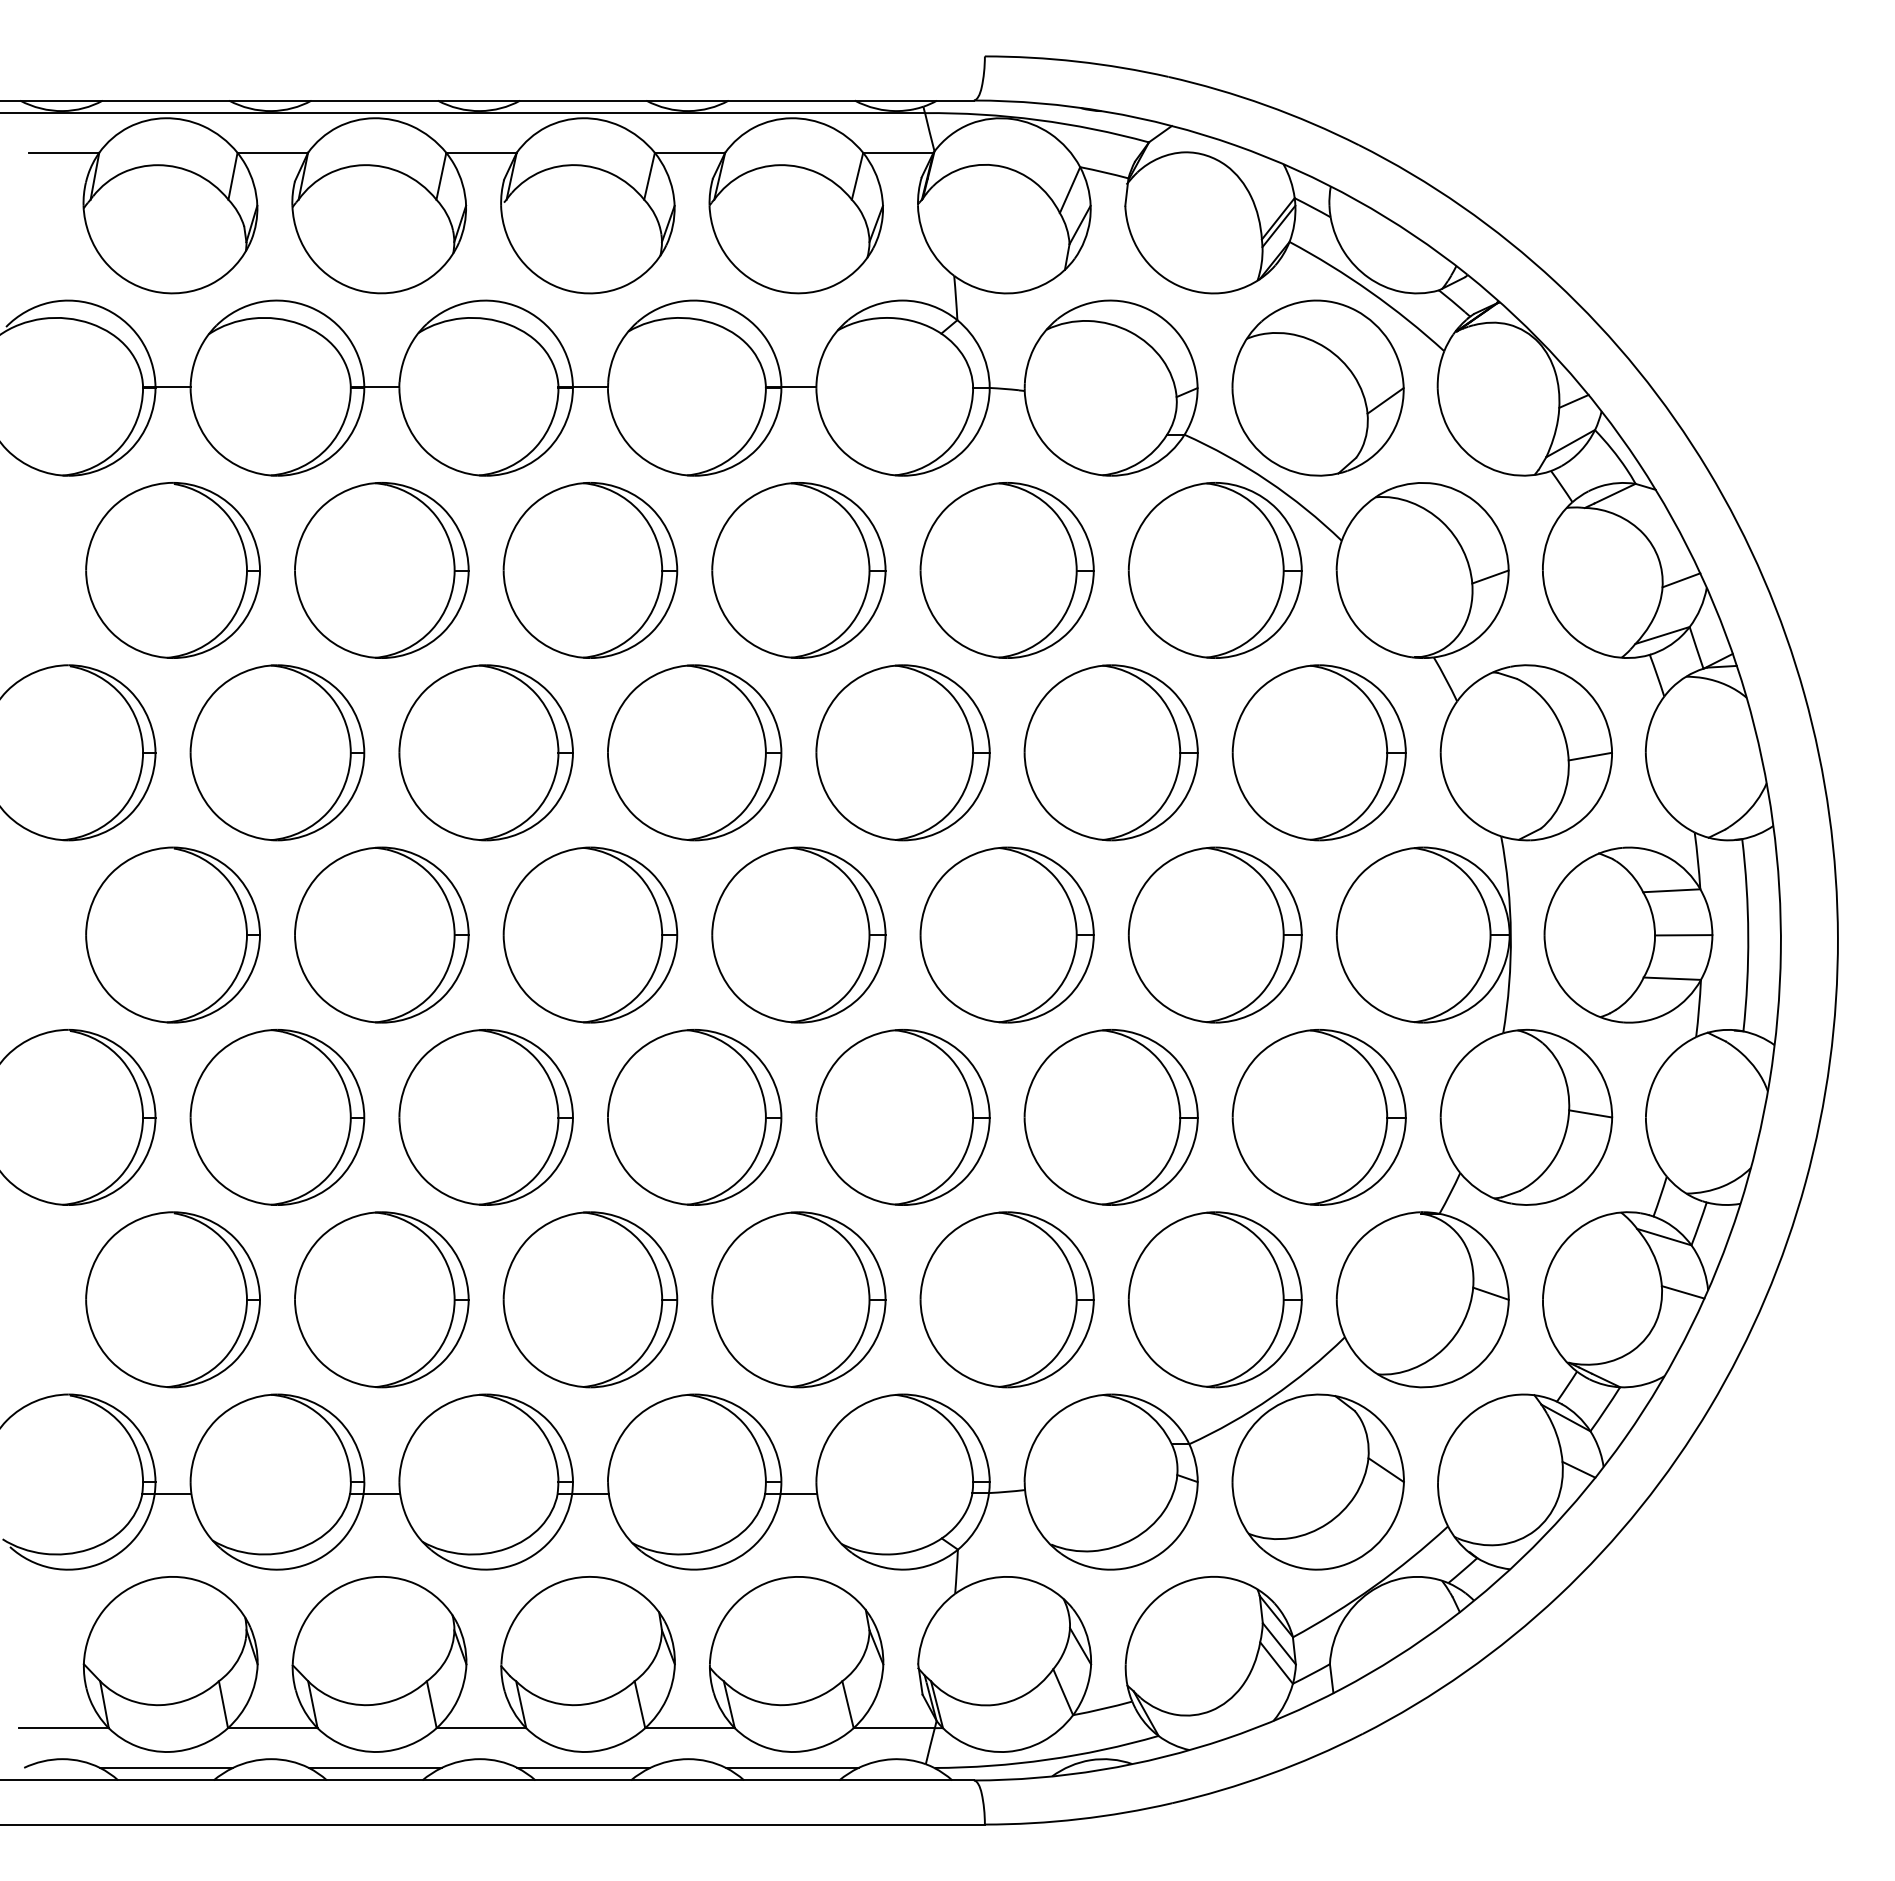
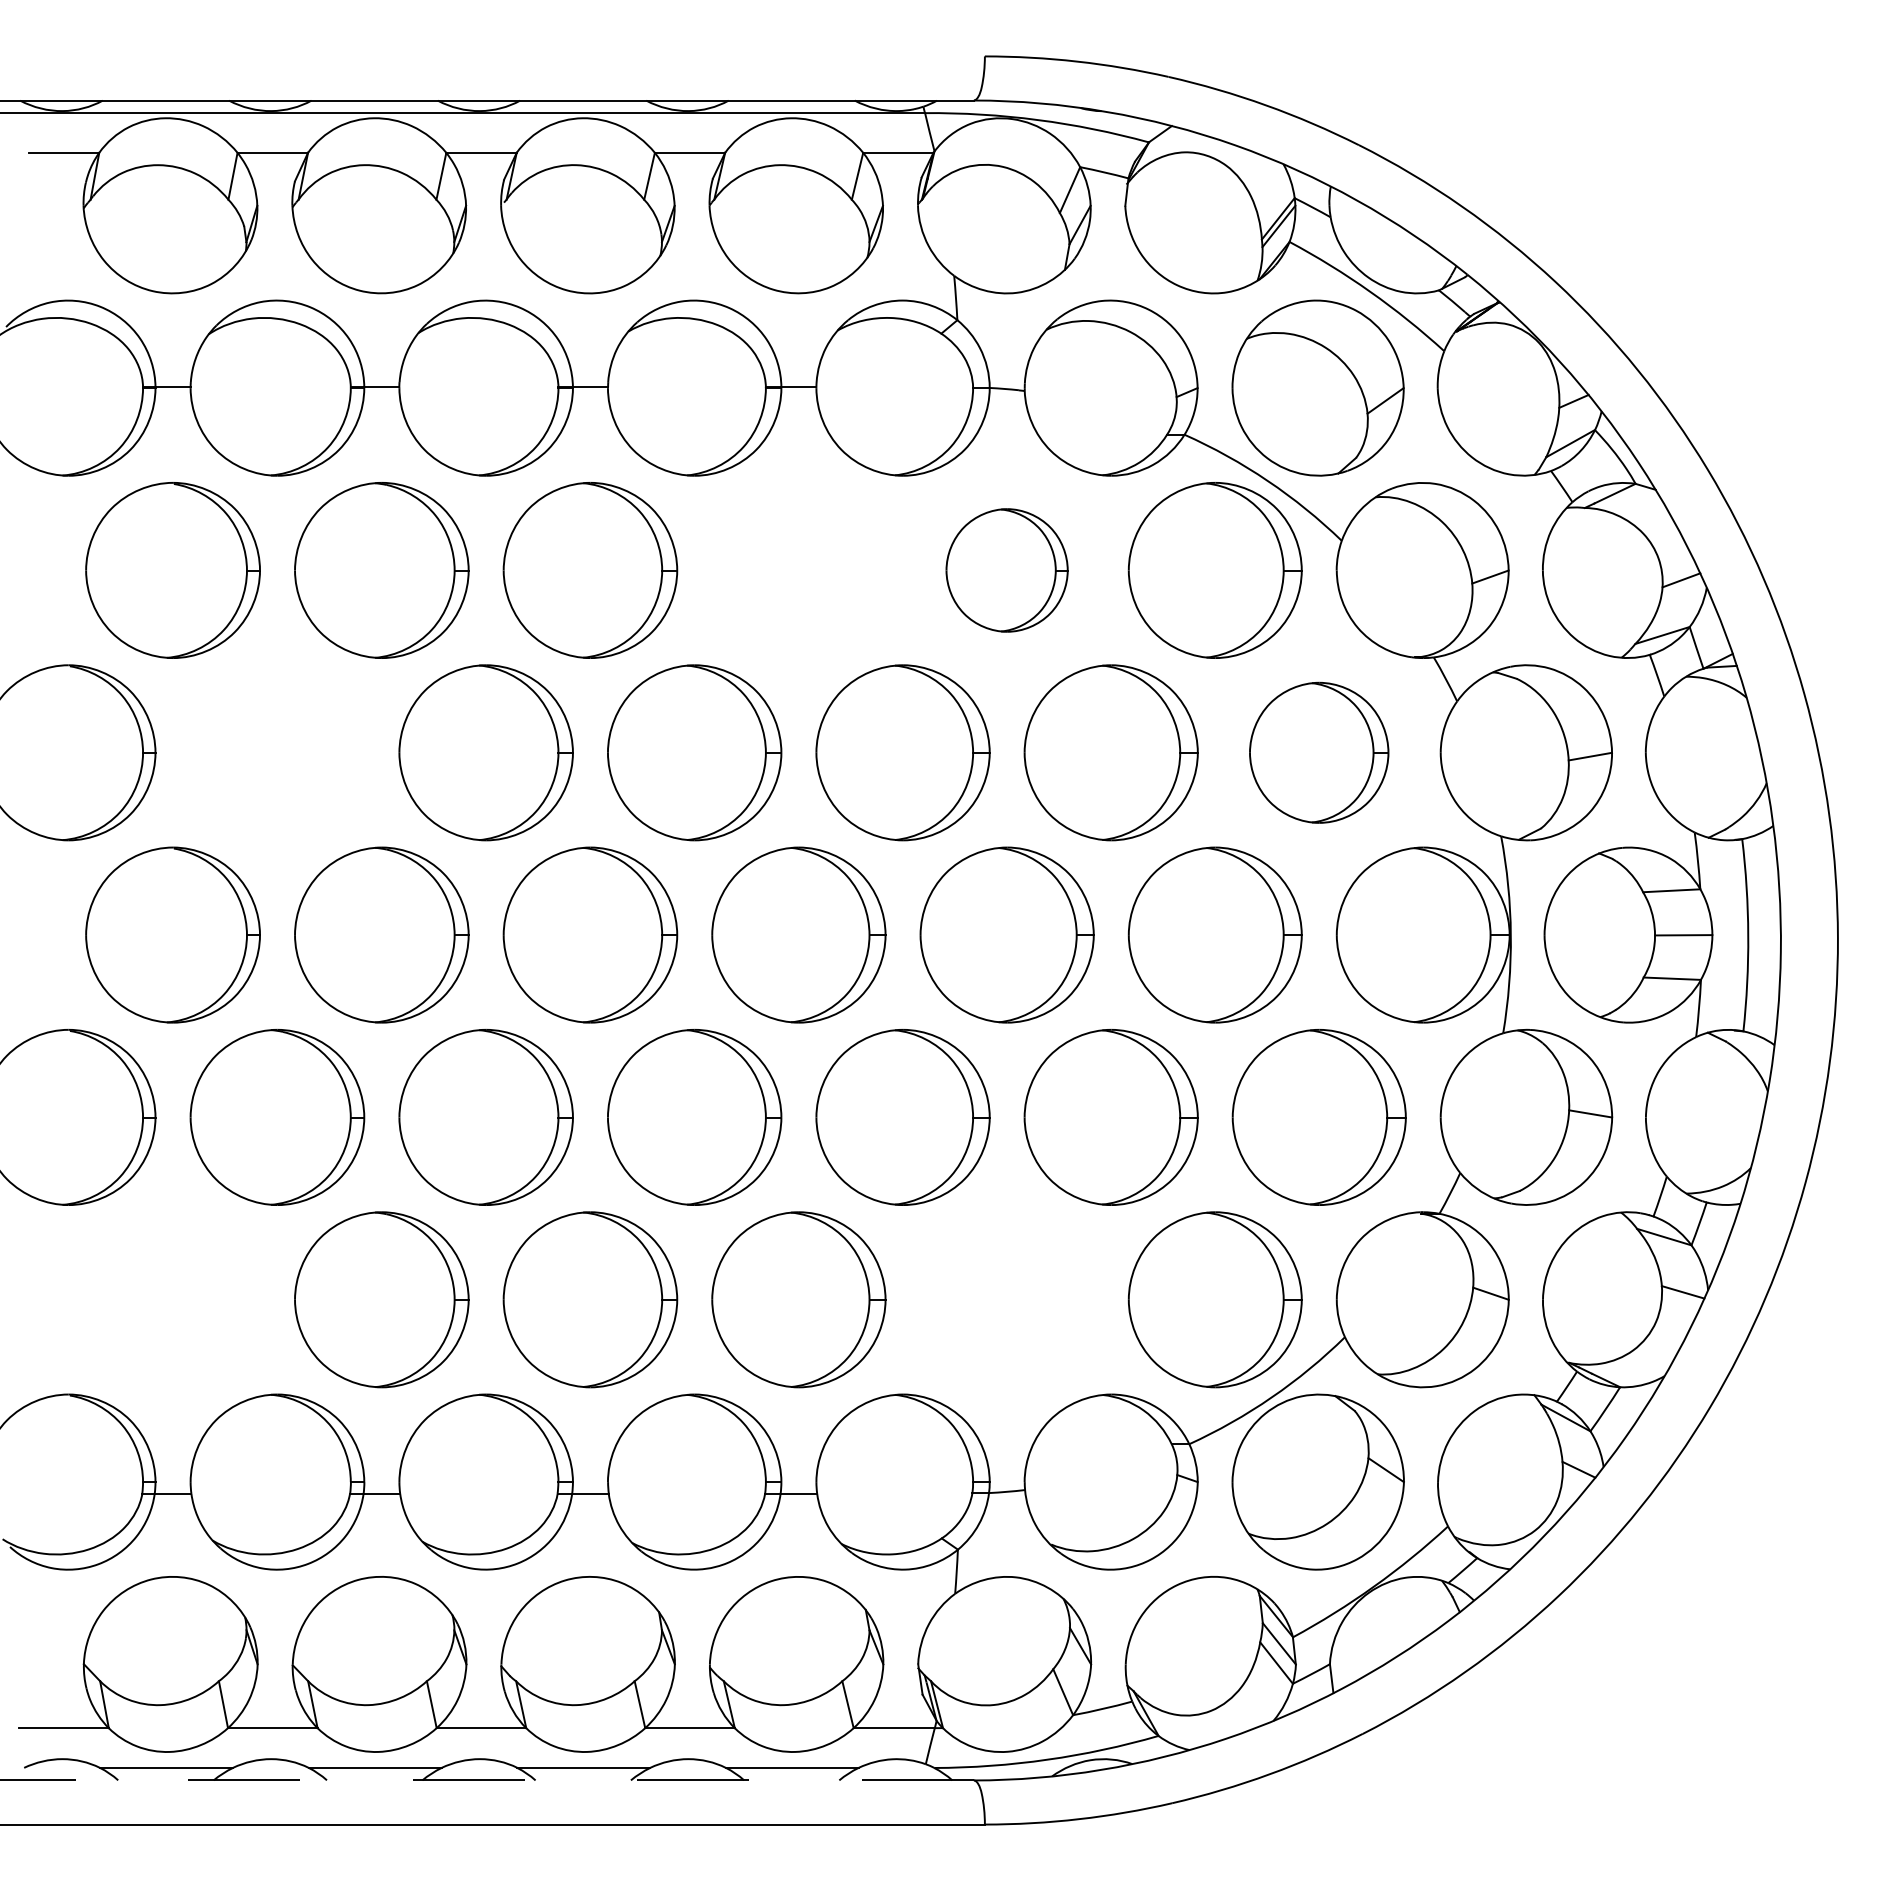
part at (798, 570): present -> none
part at (1006, 570) size: 176x177 px -> 124x125 px
part at (277, 752): present -> none
part at (1318, 752) size: 176x178 px -> 141x143 px
part at (172, 1299): present -> none
part at (1006, 1299): present -> none
line at (486, 1780): solid -> dashed
